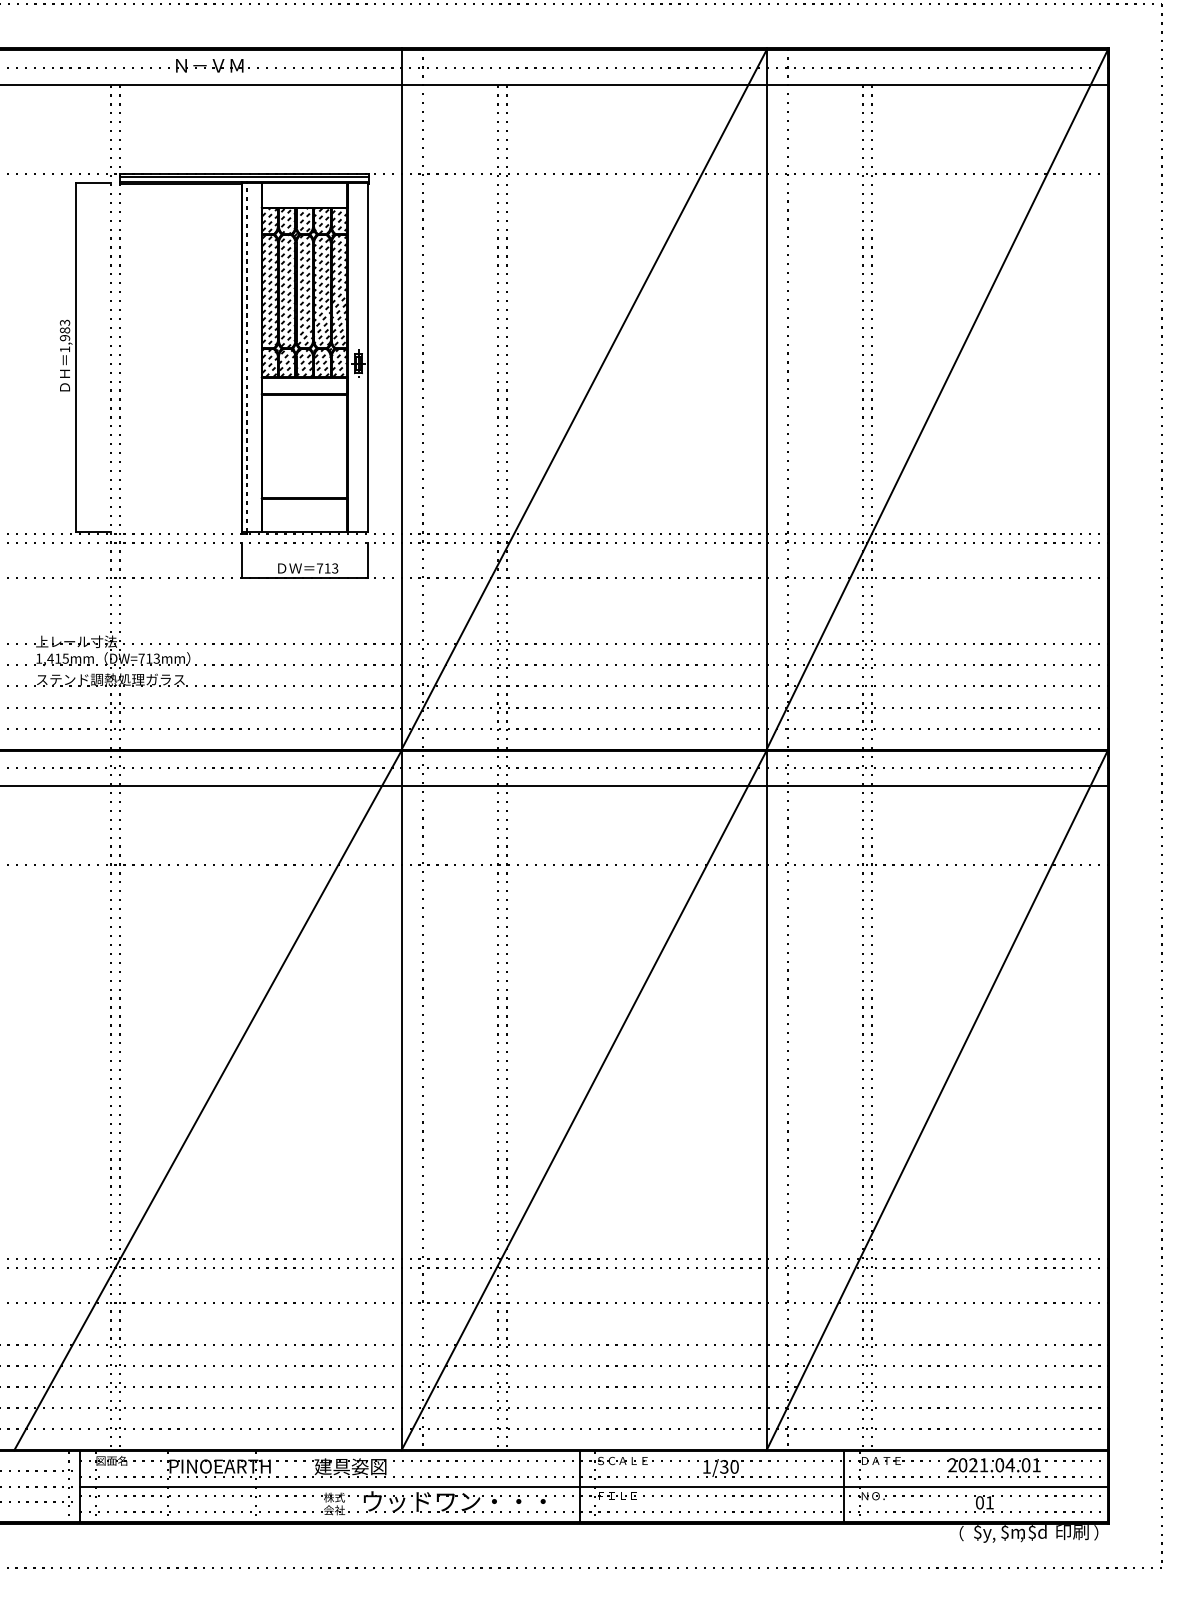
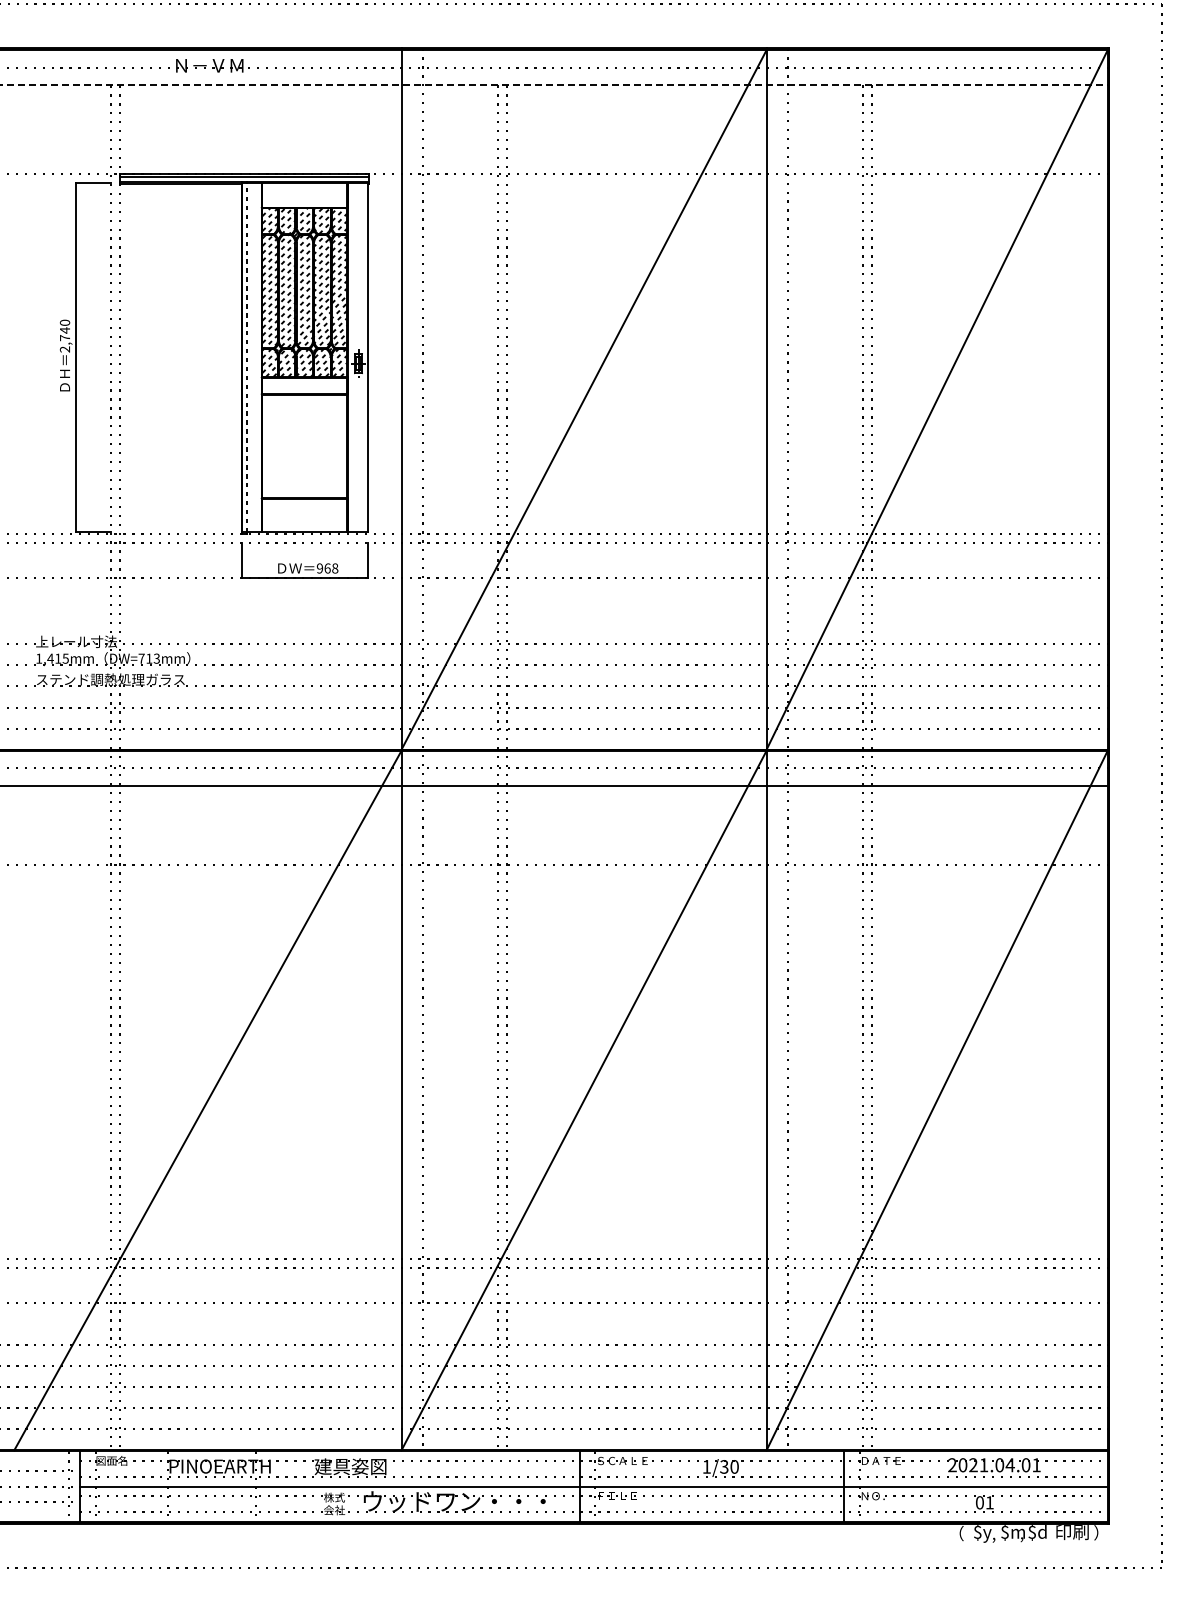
line at (555, 85): solid -> dashed
text at (64, 335): 1,983 -> 2,740
text at (327, 568): 713 -> 968
